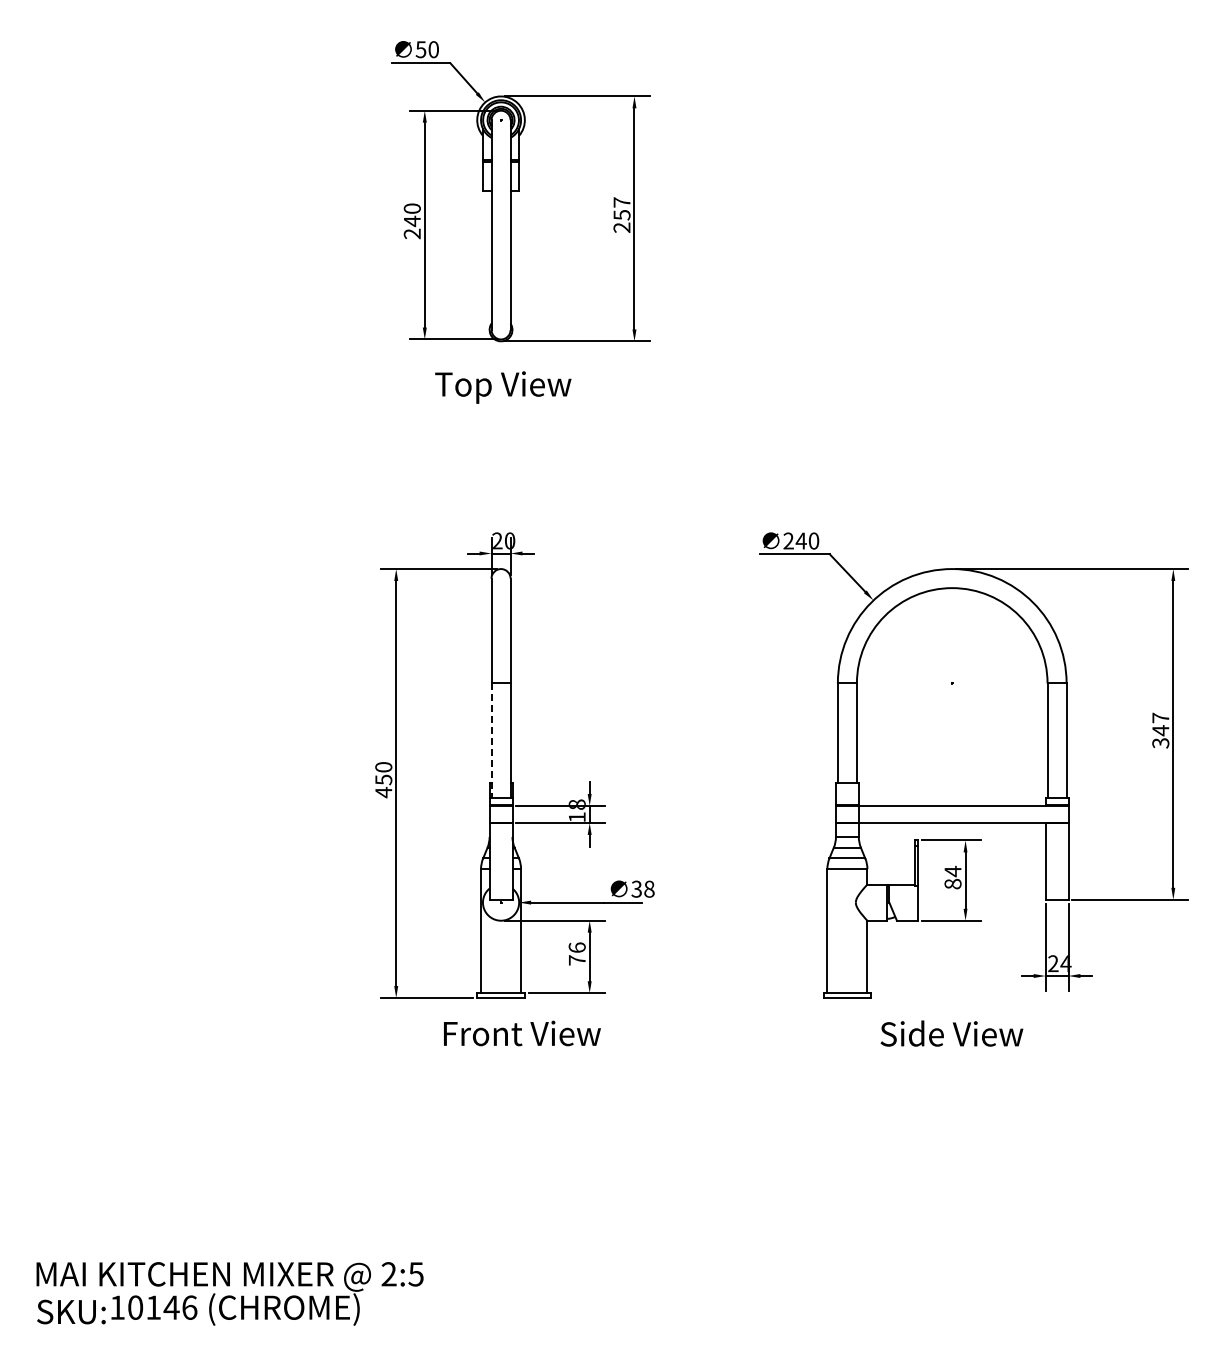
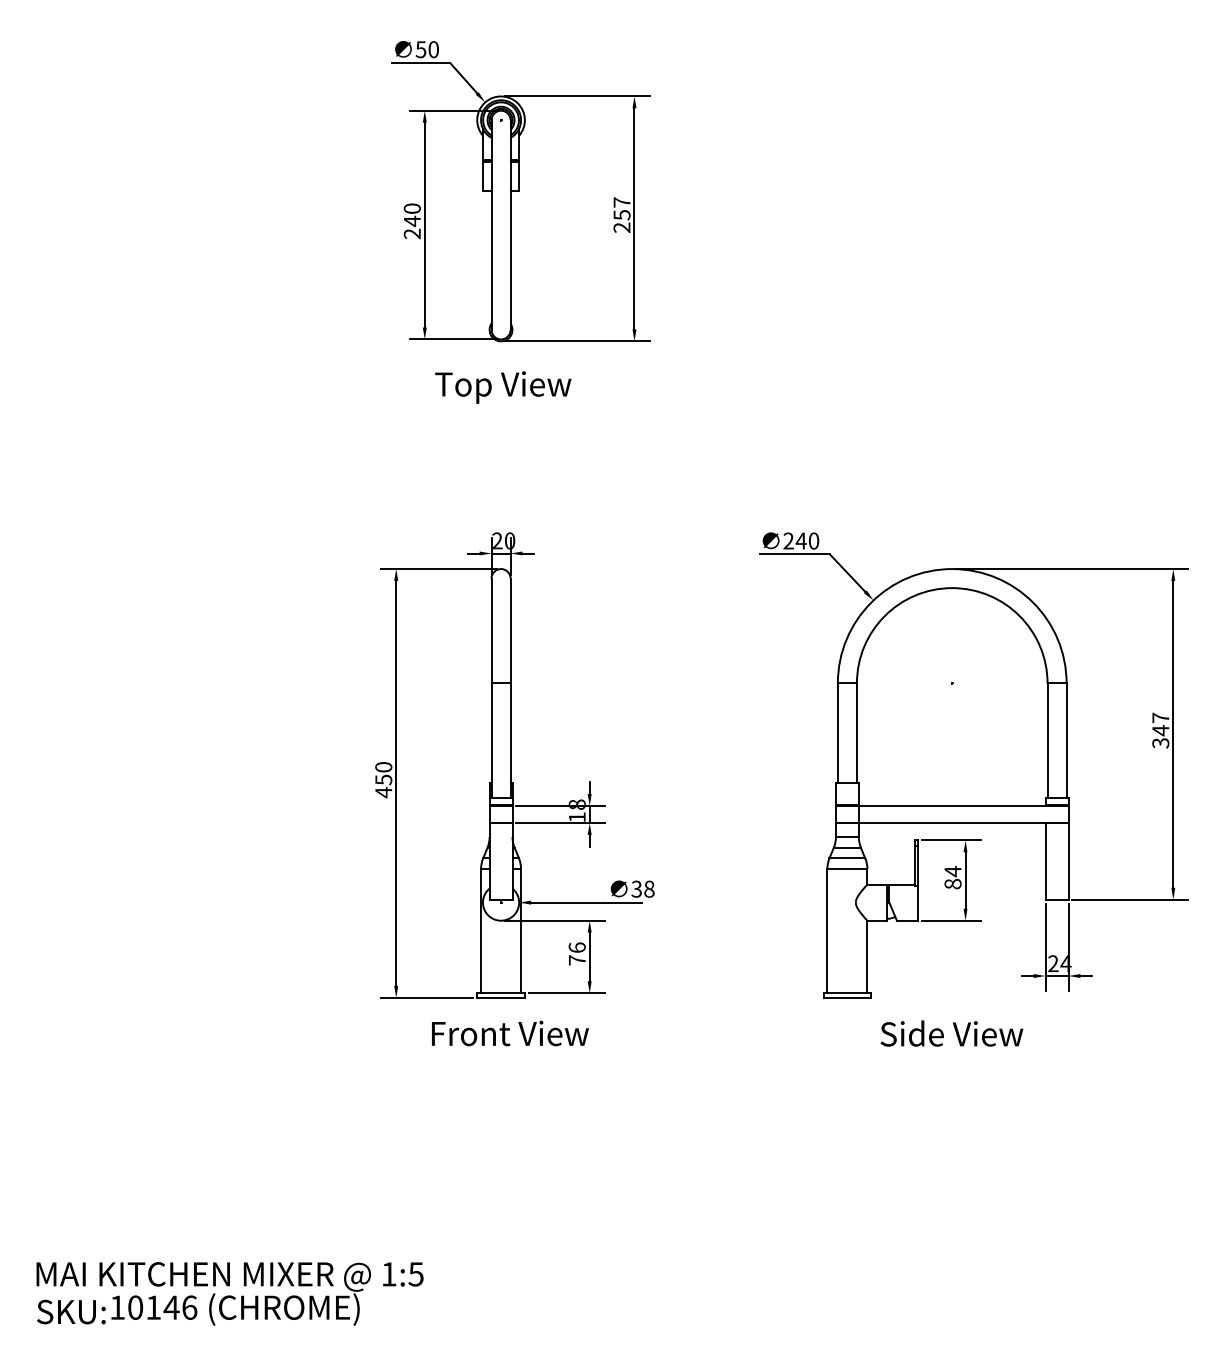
line at (491, 741): dashed -> solid
text at (522, 1033) position: (522, 1033) -> (510, 1033)
text at (388, 1274): 2:5 -> 1:5
